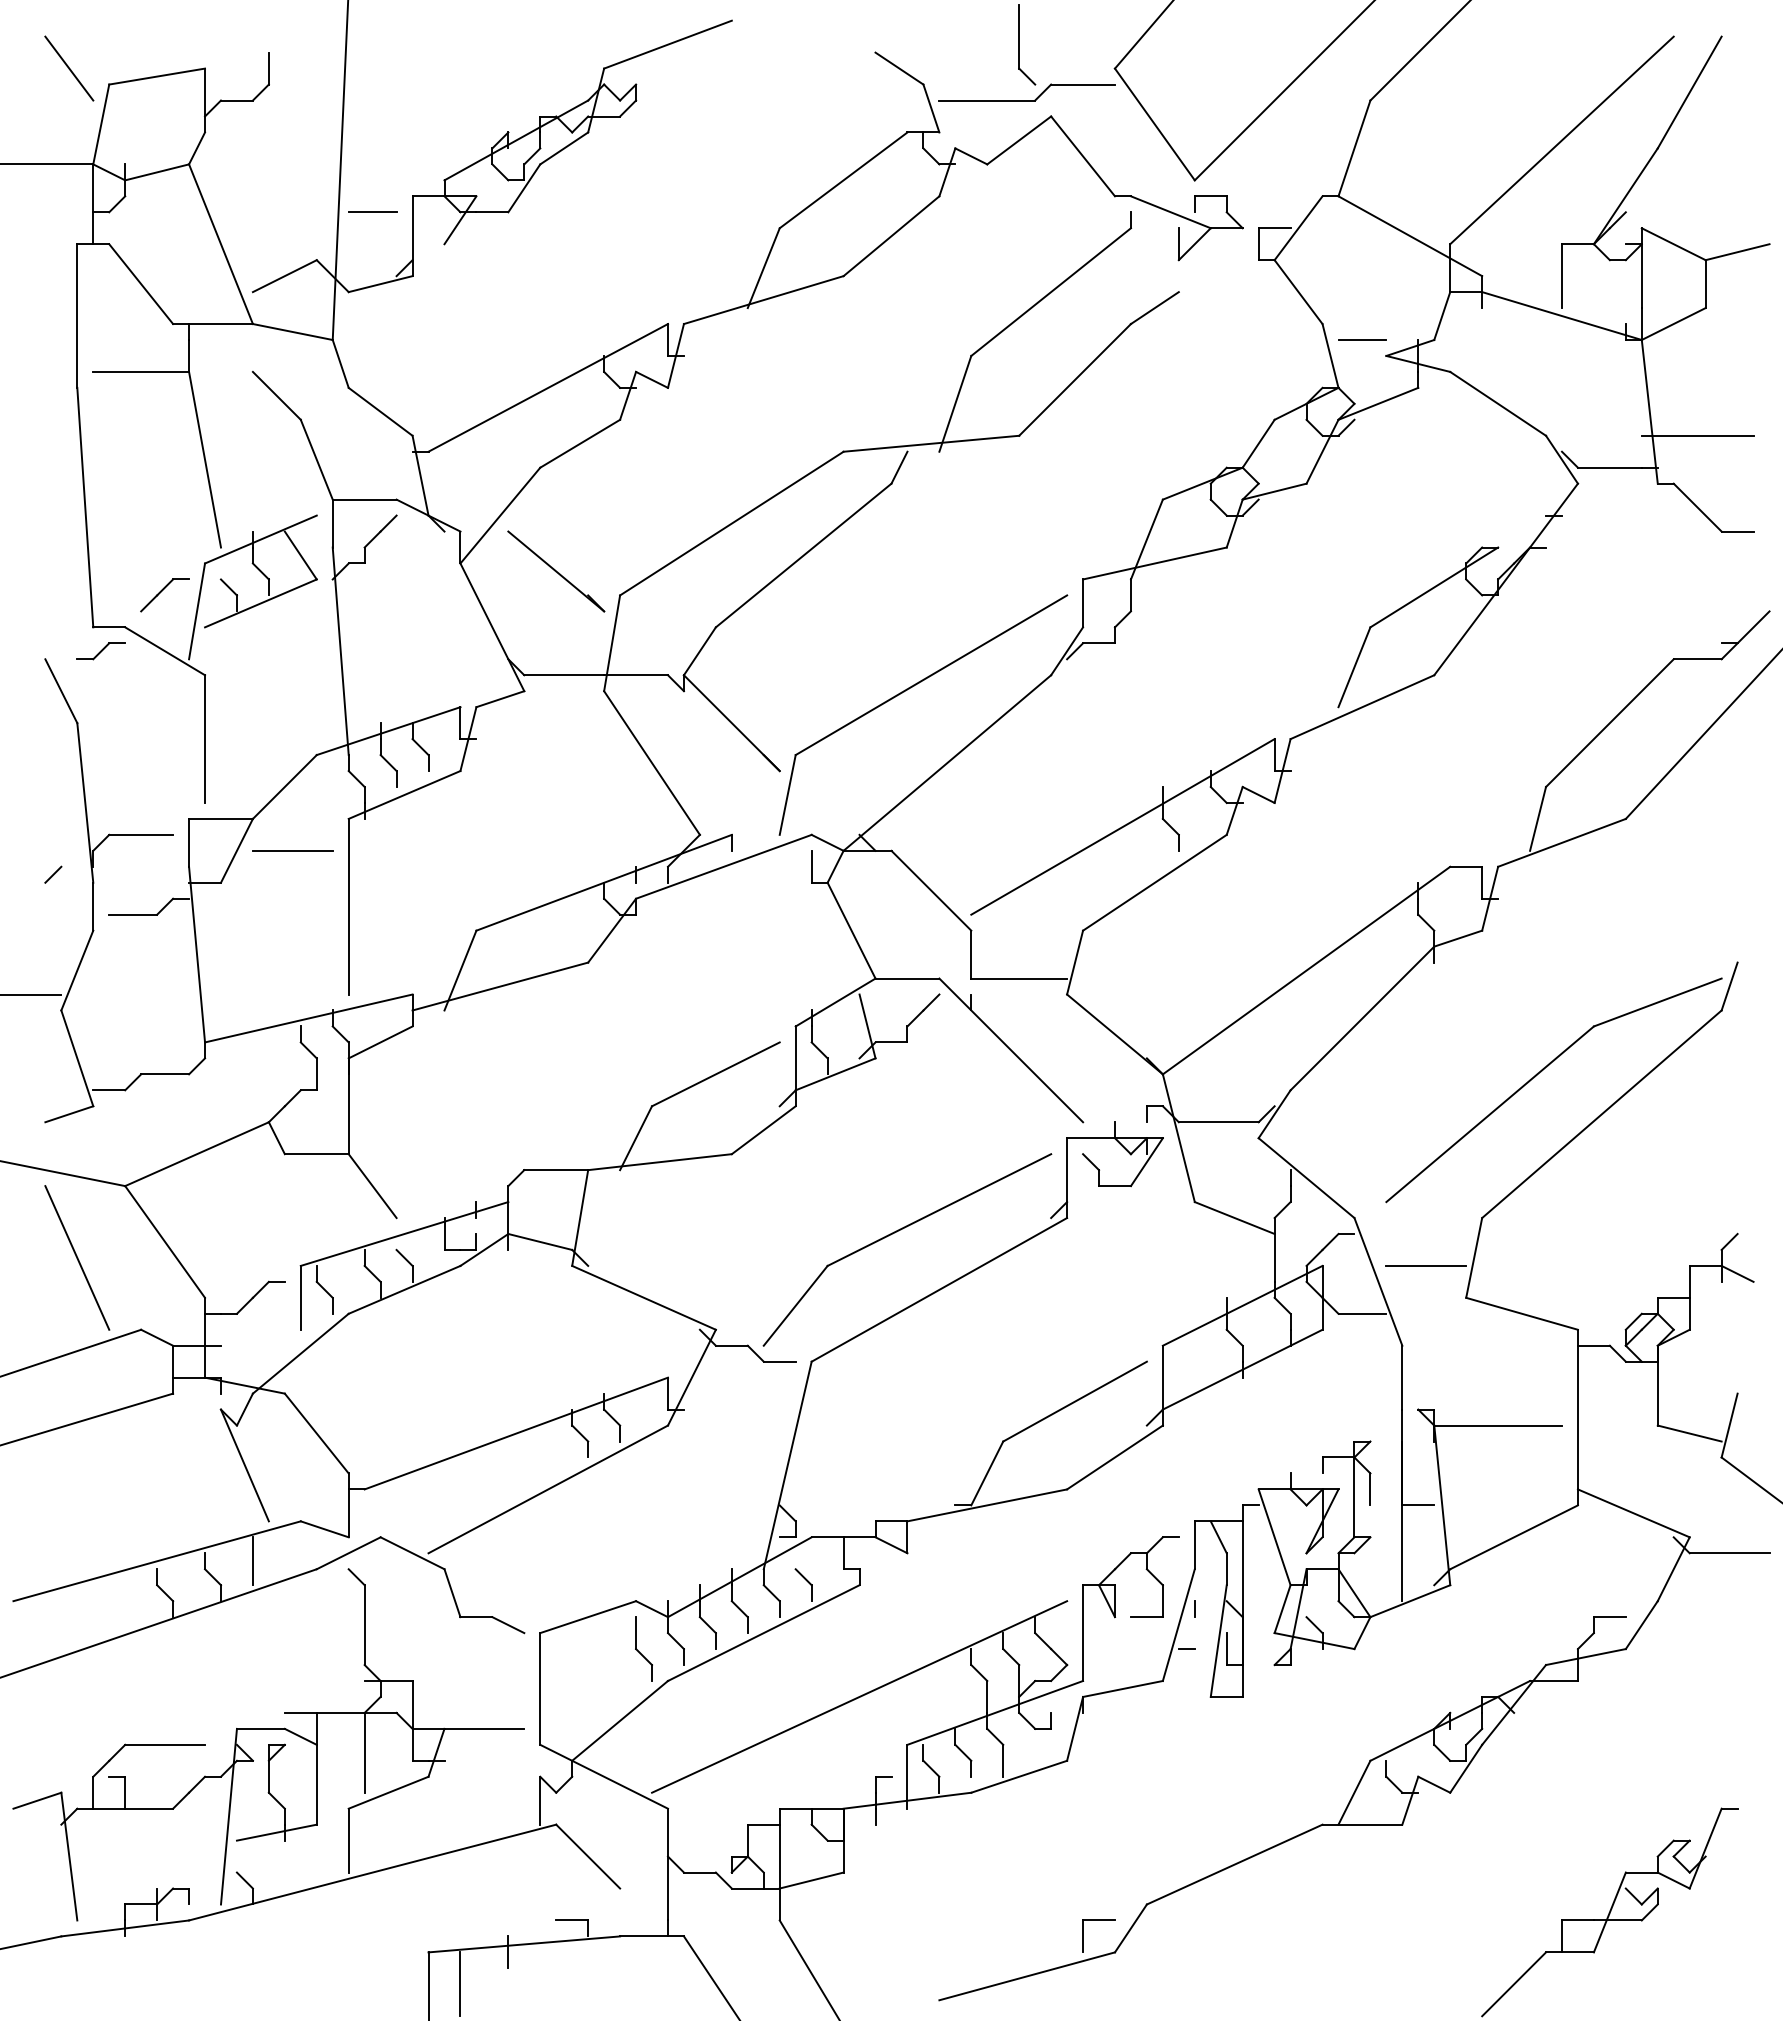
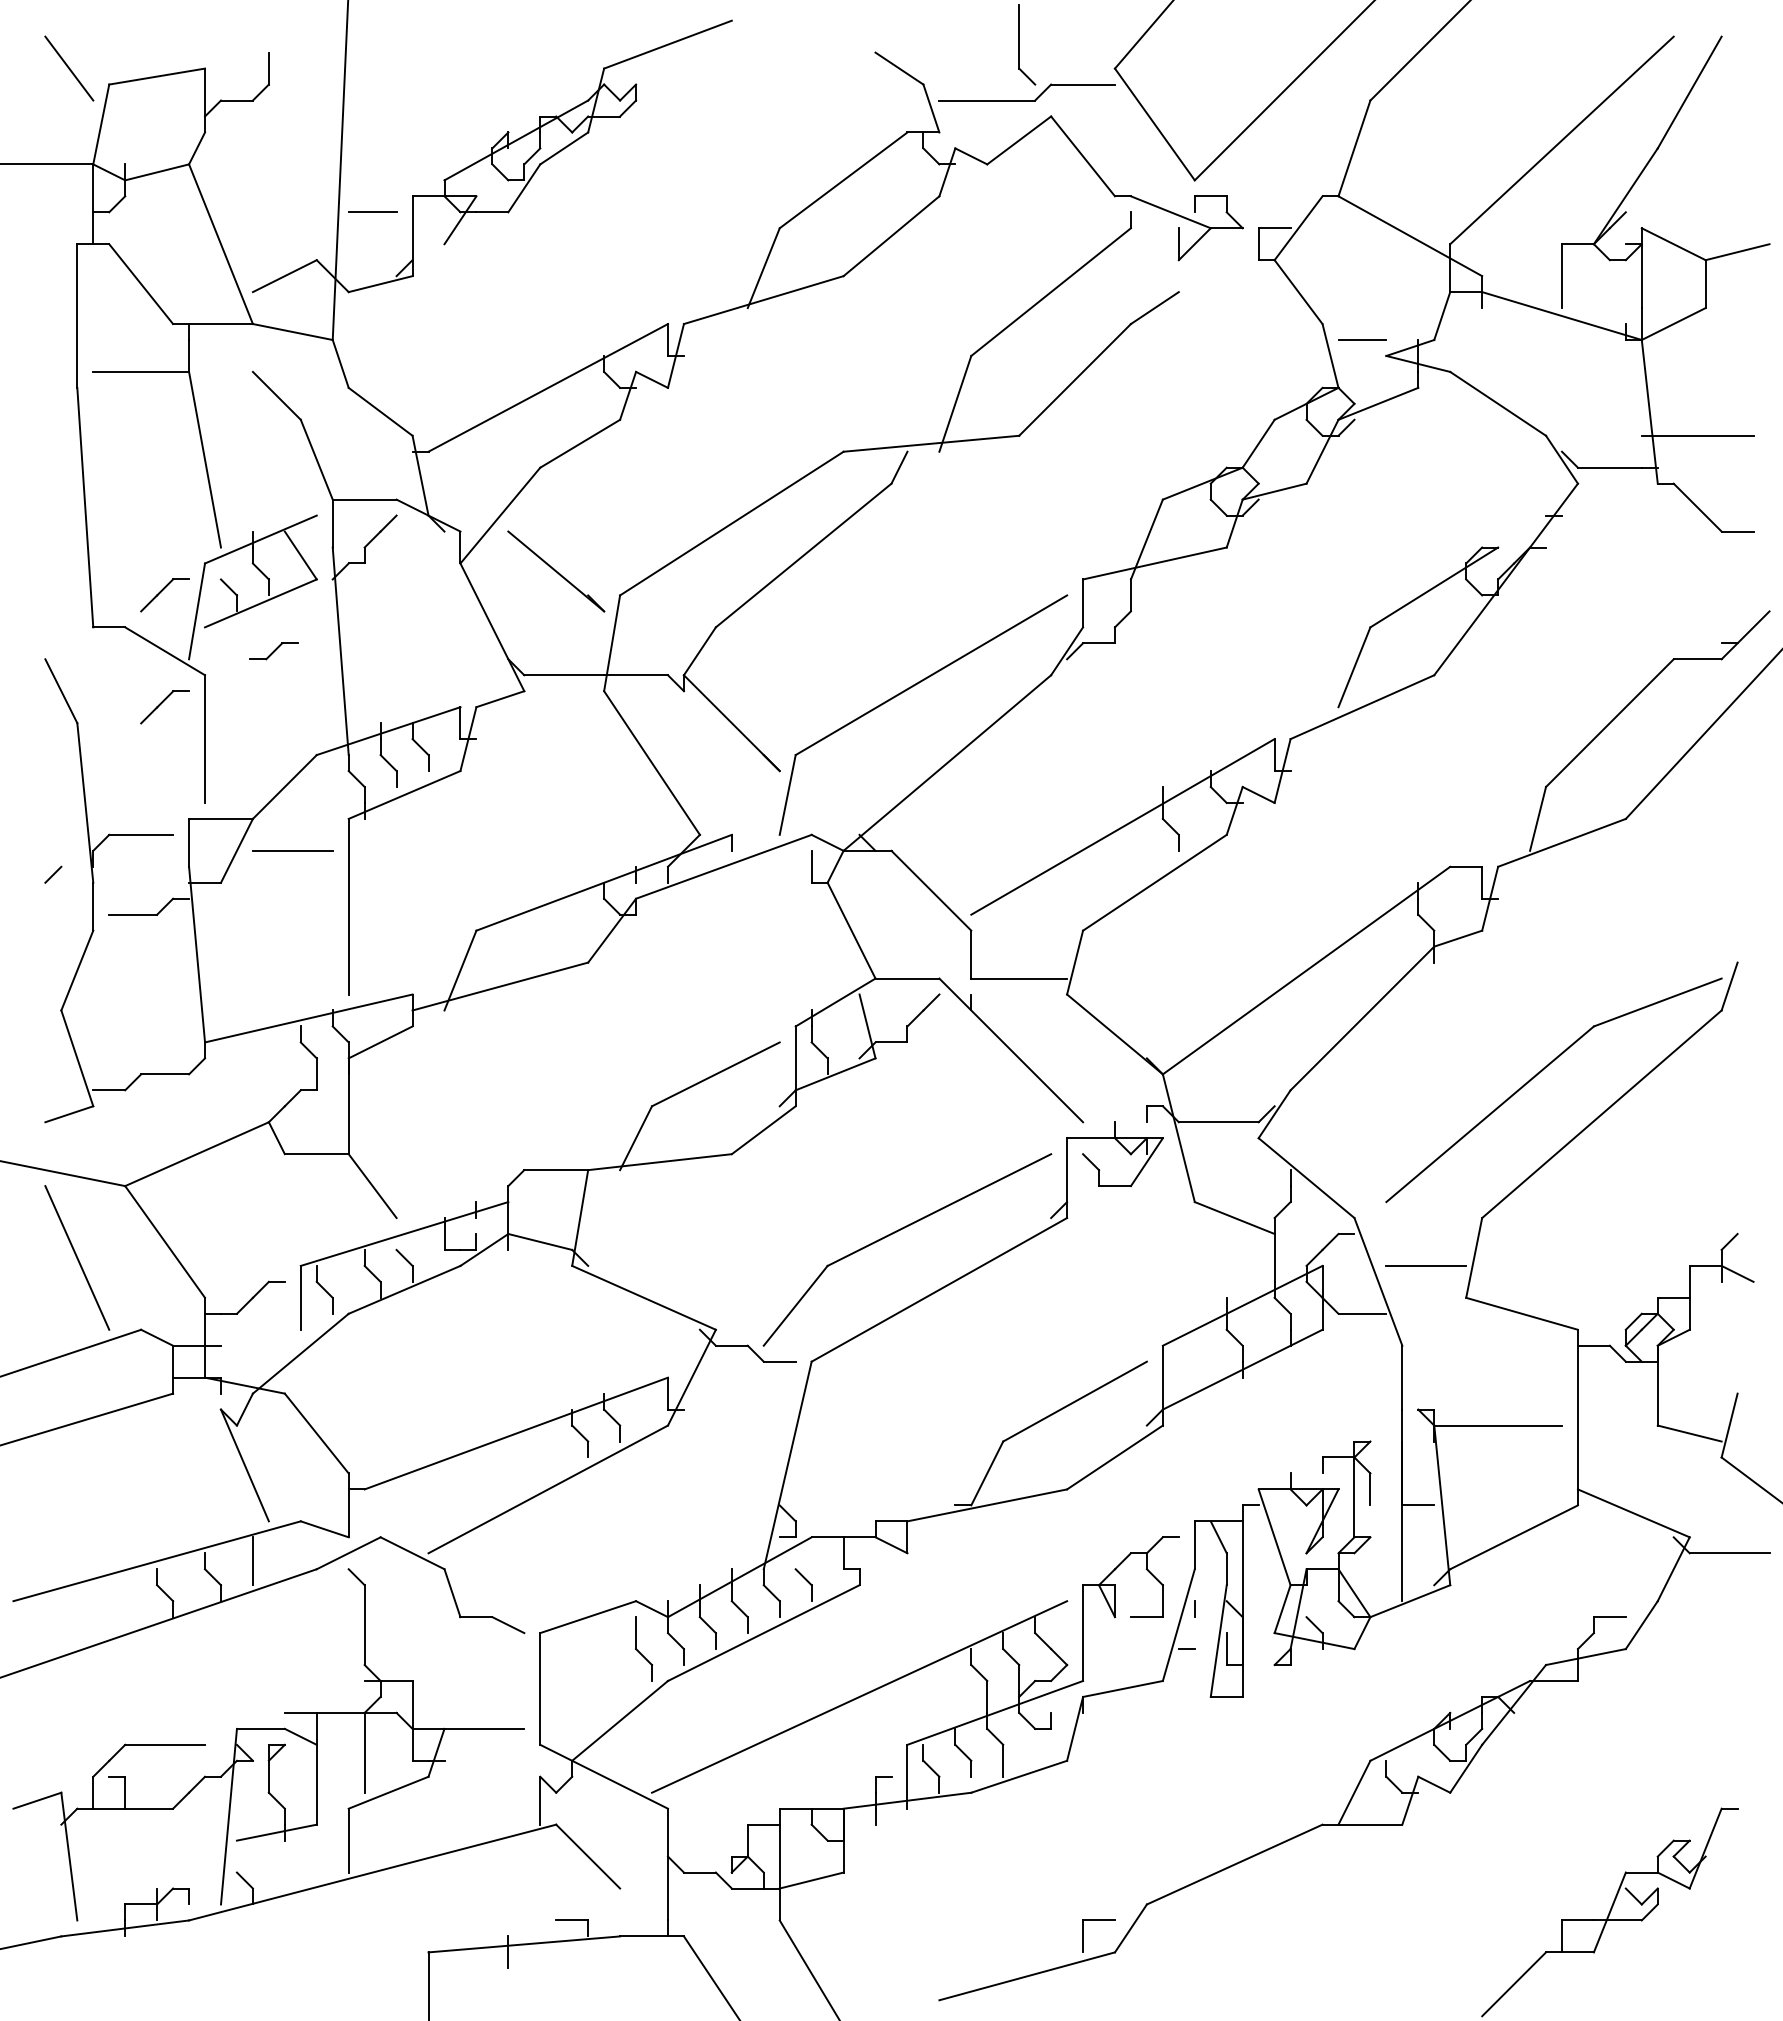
part at (100, 651) position: (100, 651) -> (273, 651)
part at (164, 707): none -> present
line at (31, 994): present -> none
line at (460, 1984): present -> none
